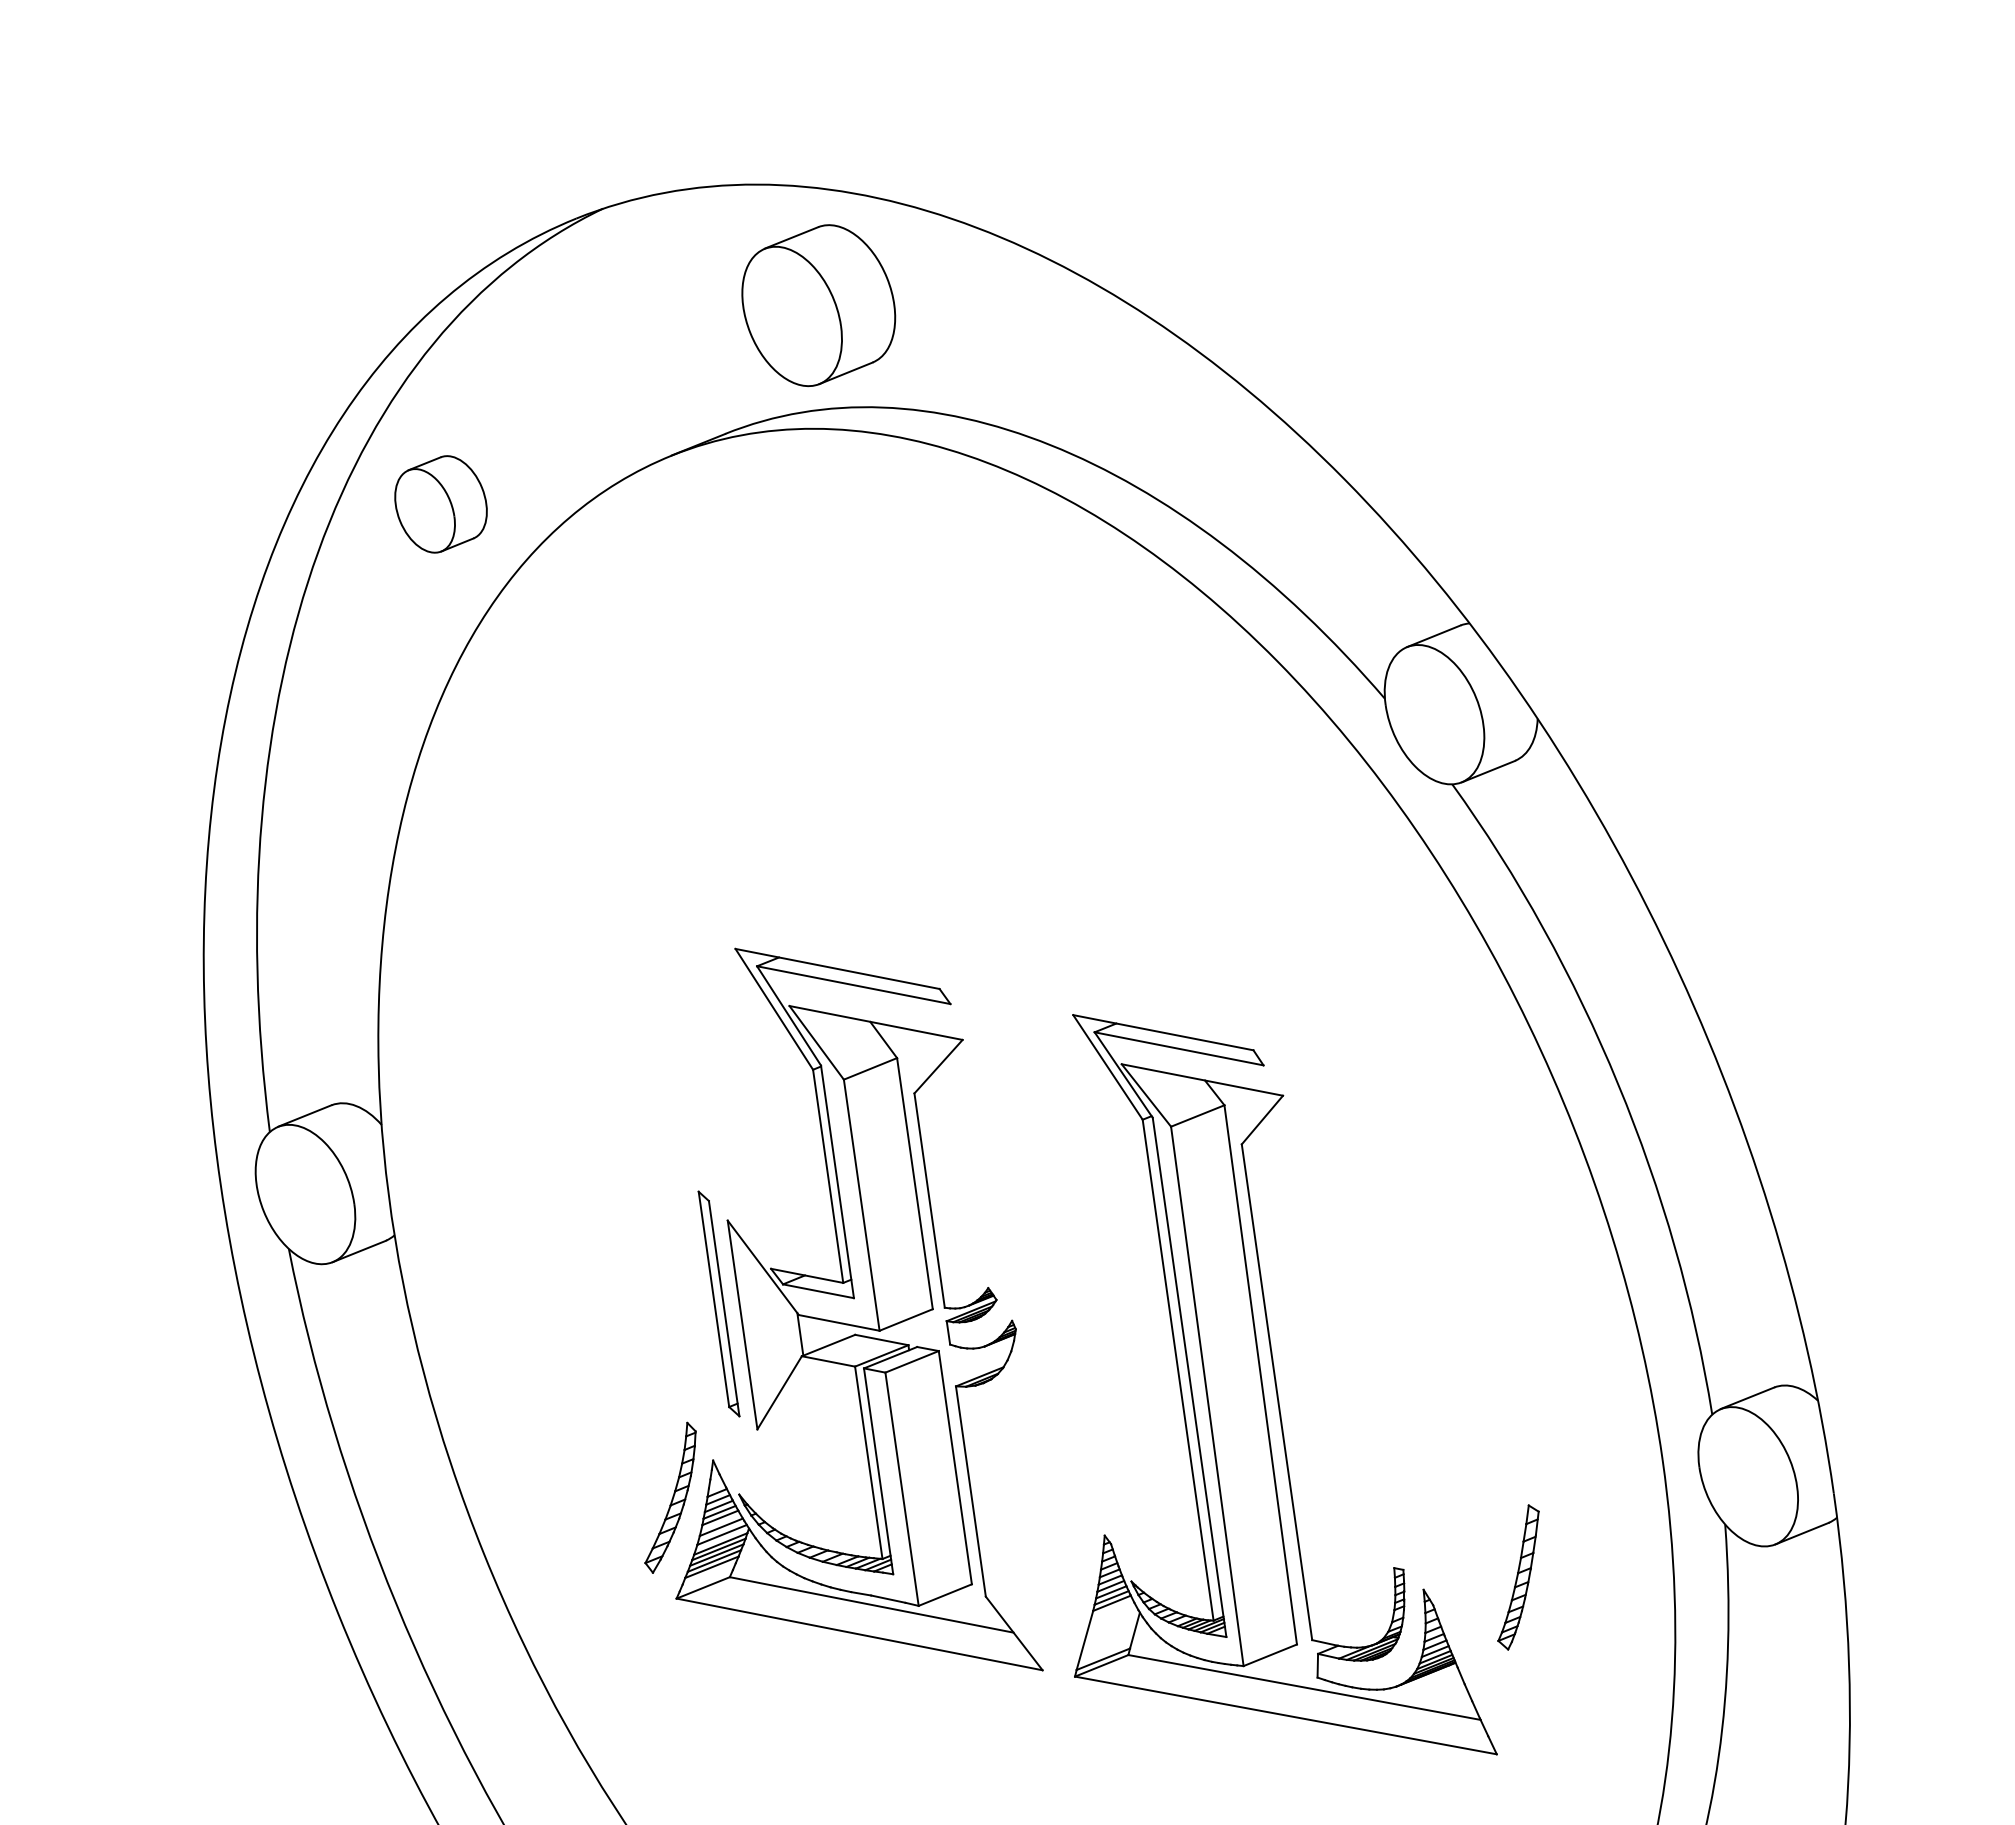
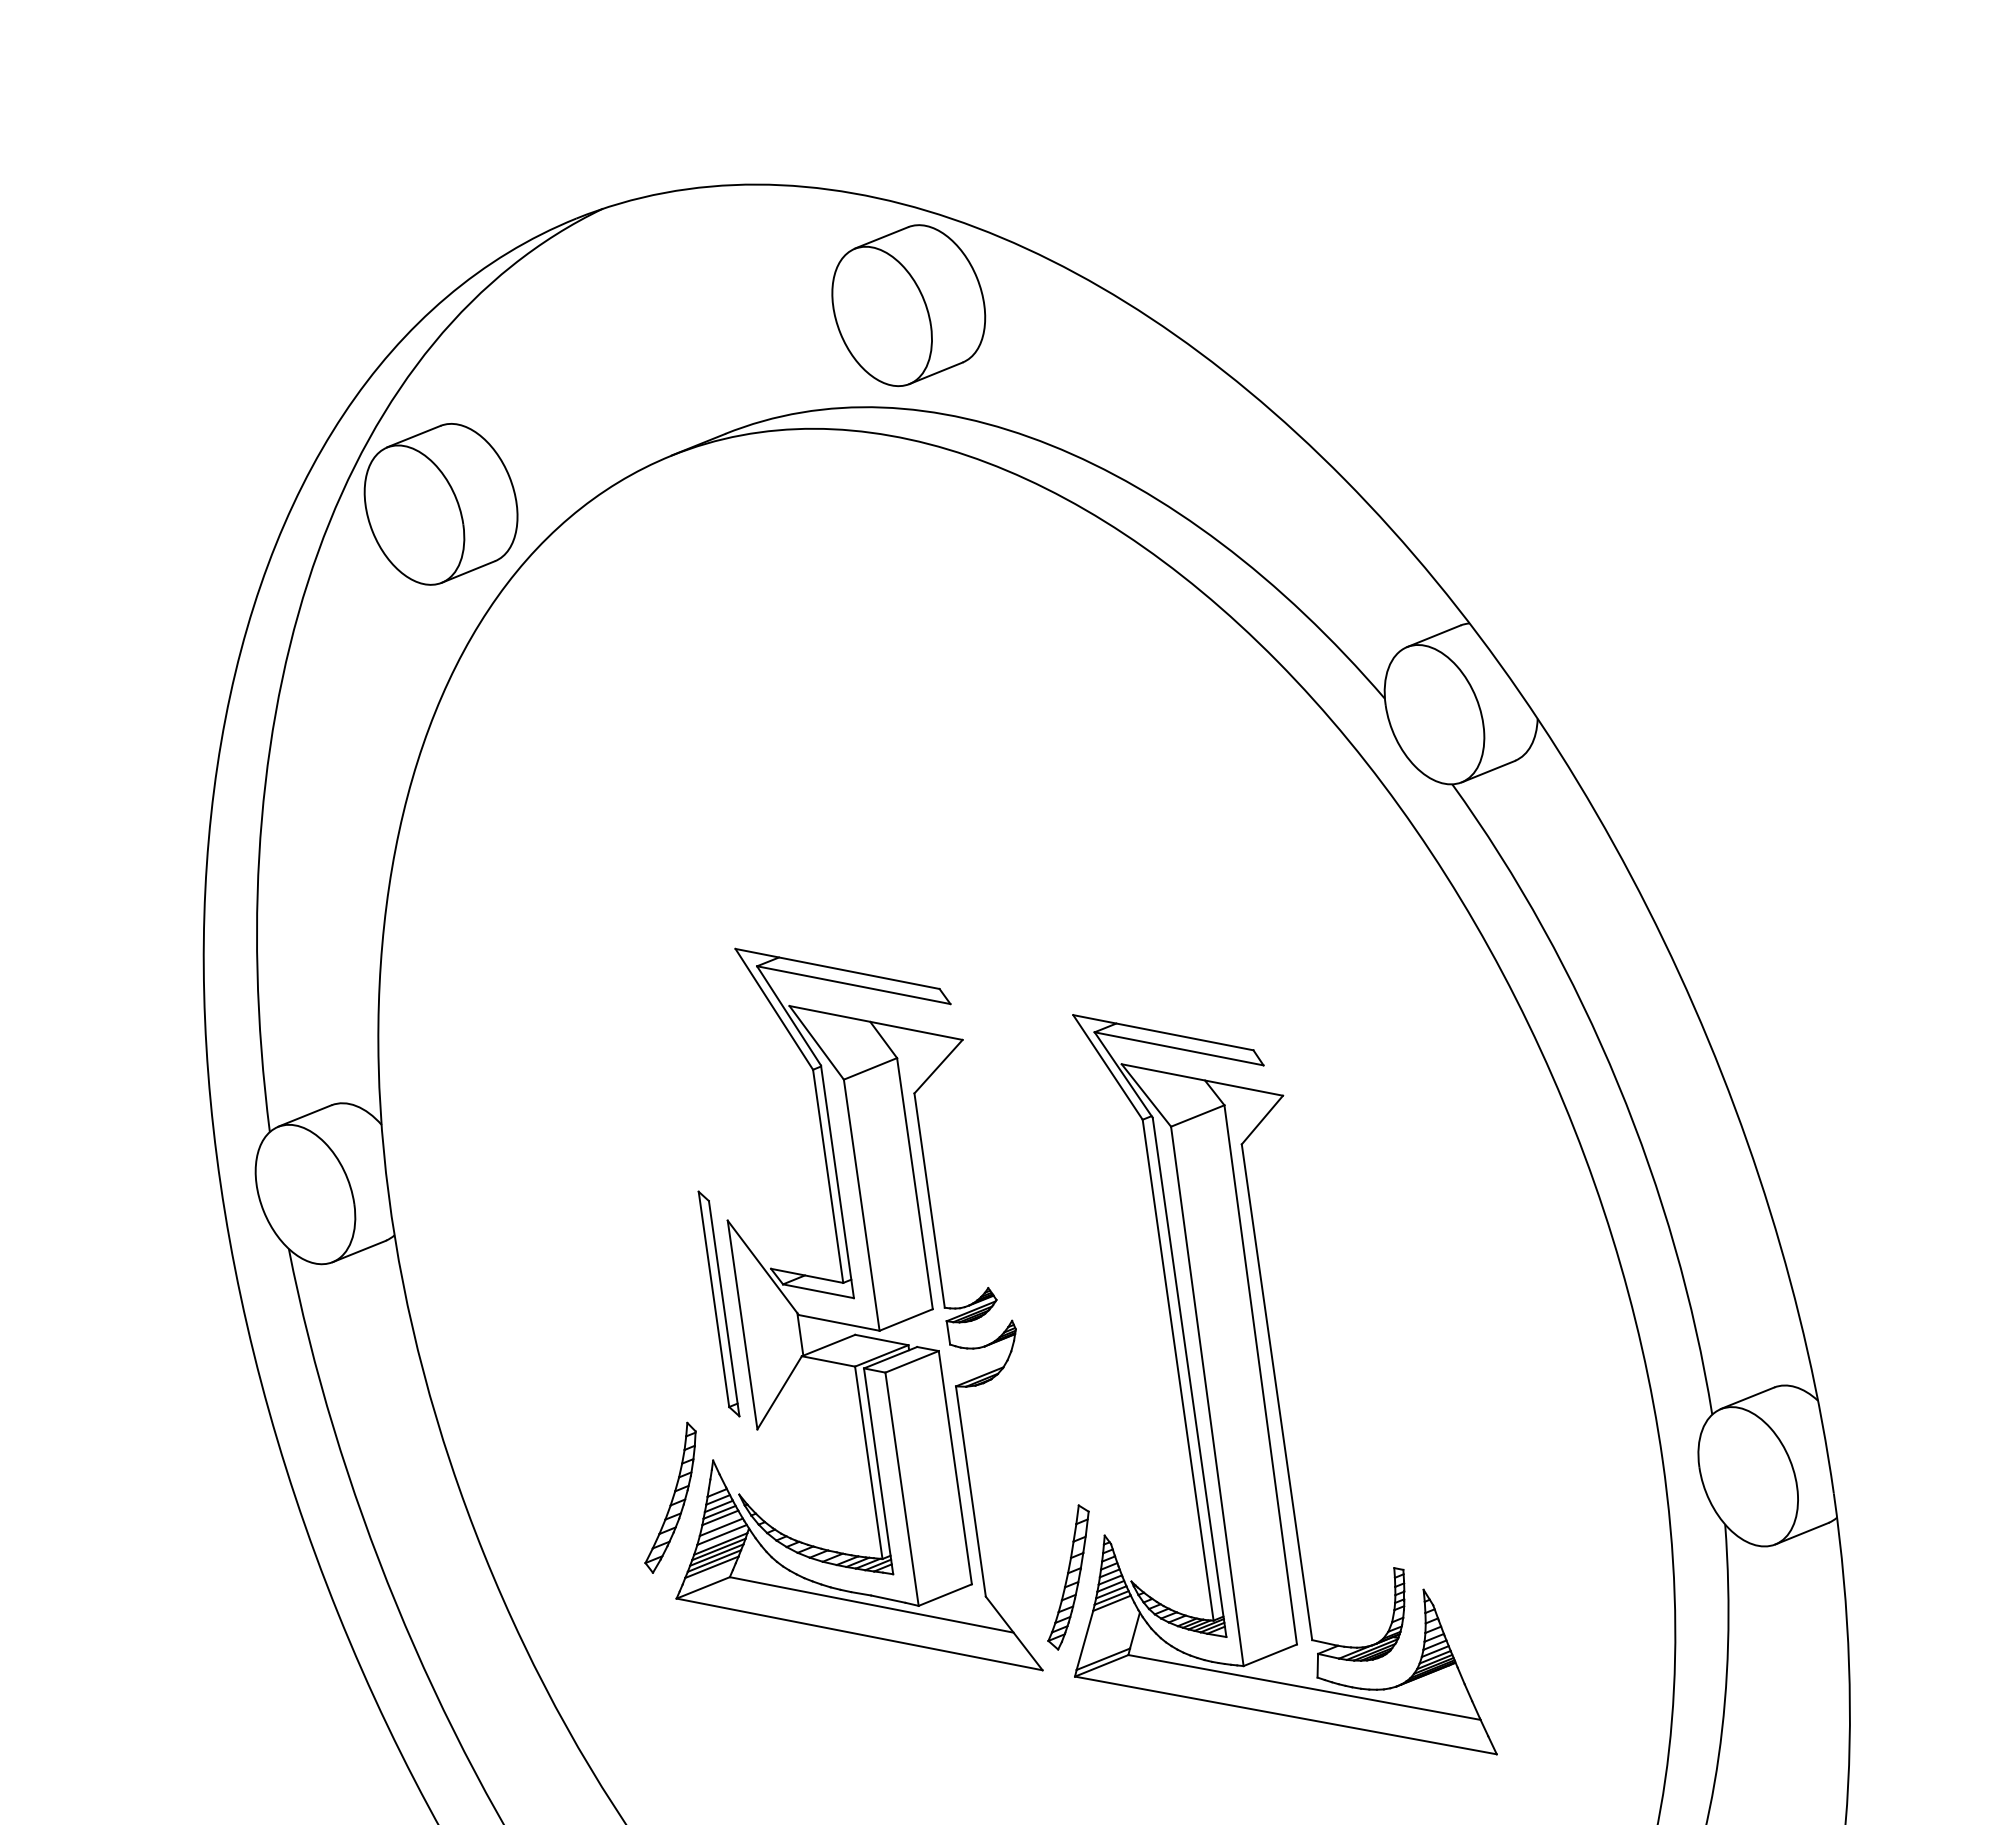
part at (818, 305) position: (818, 305) -> (908, 305)
part at (440, 504) size: 94x99 px -> 156x163 px
part at (1518, 1577) position: (1518, 1577) -> (1068, 1577)
